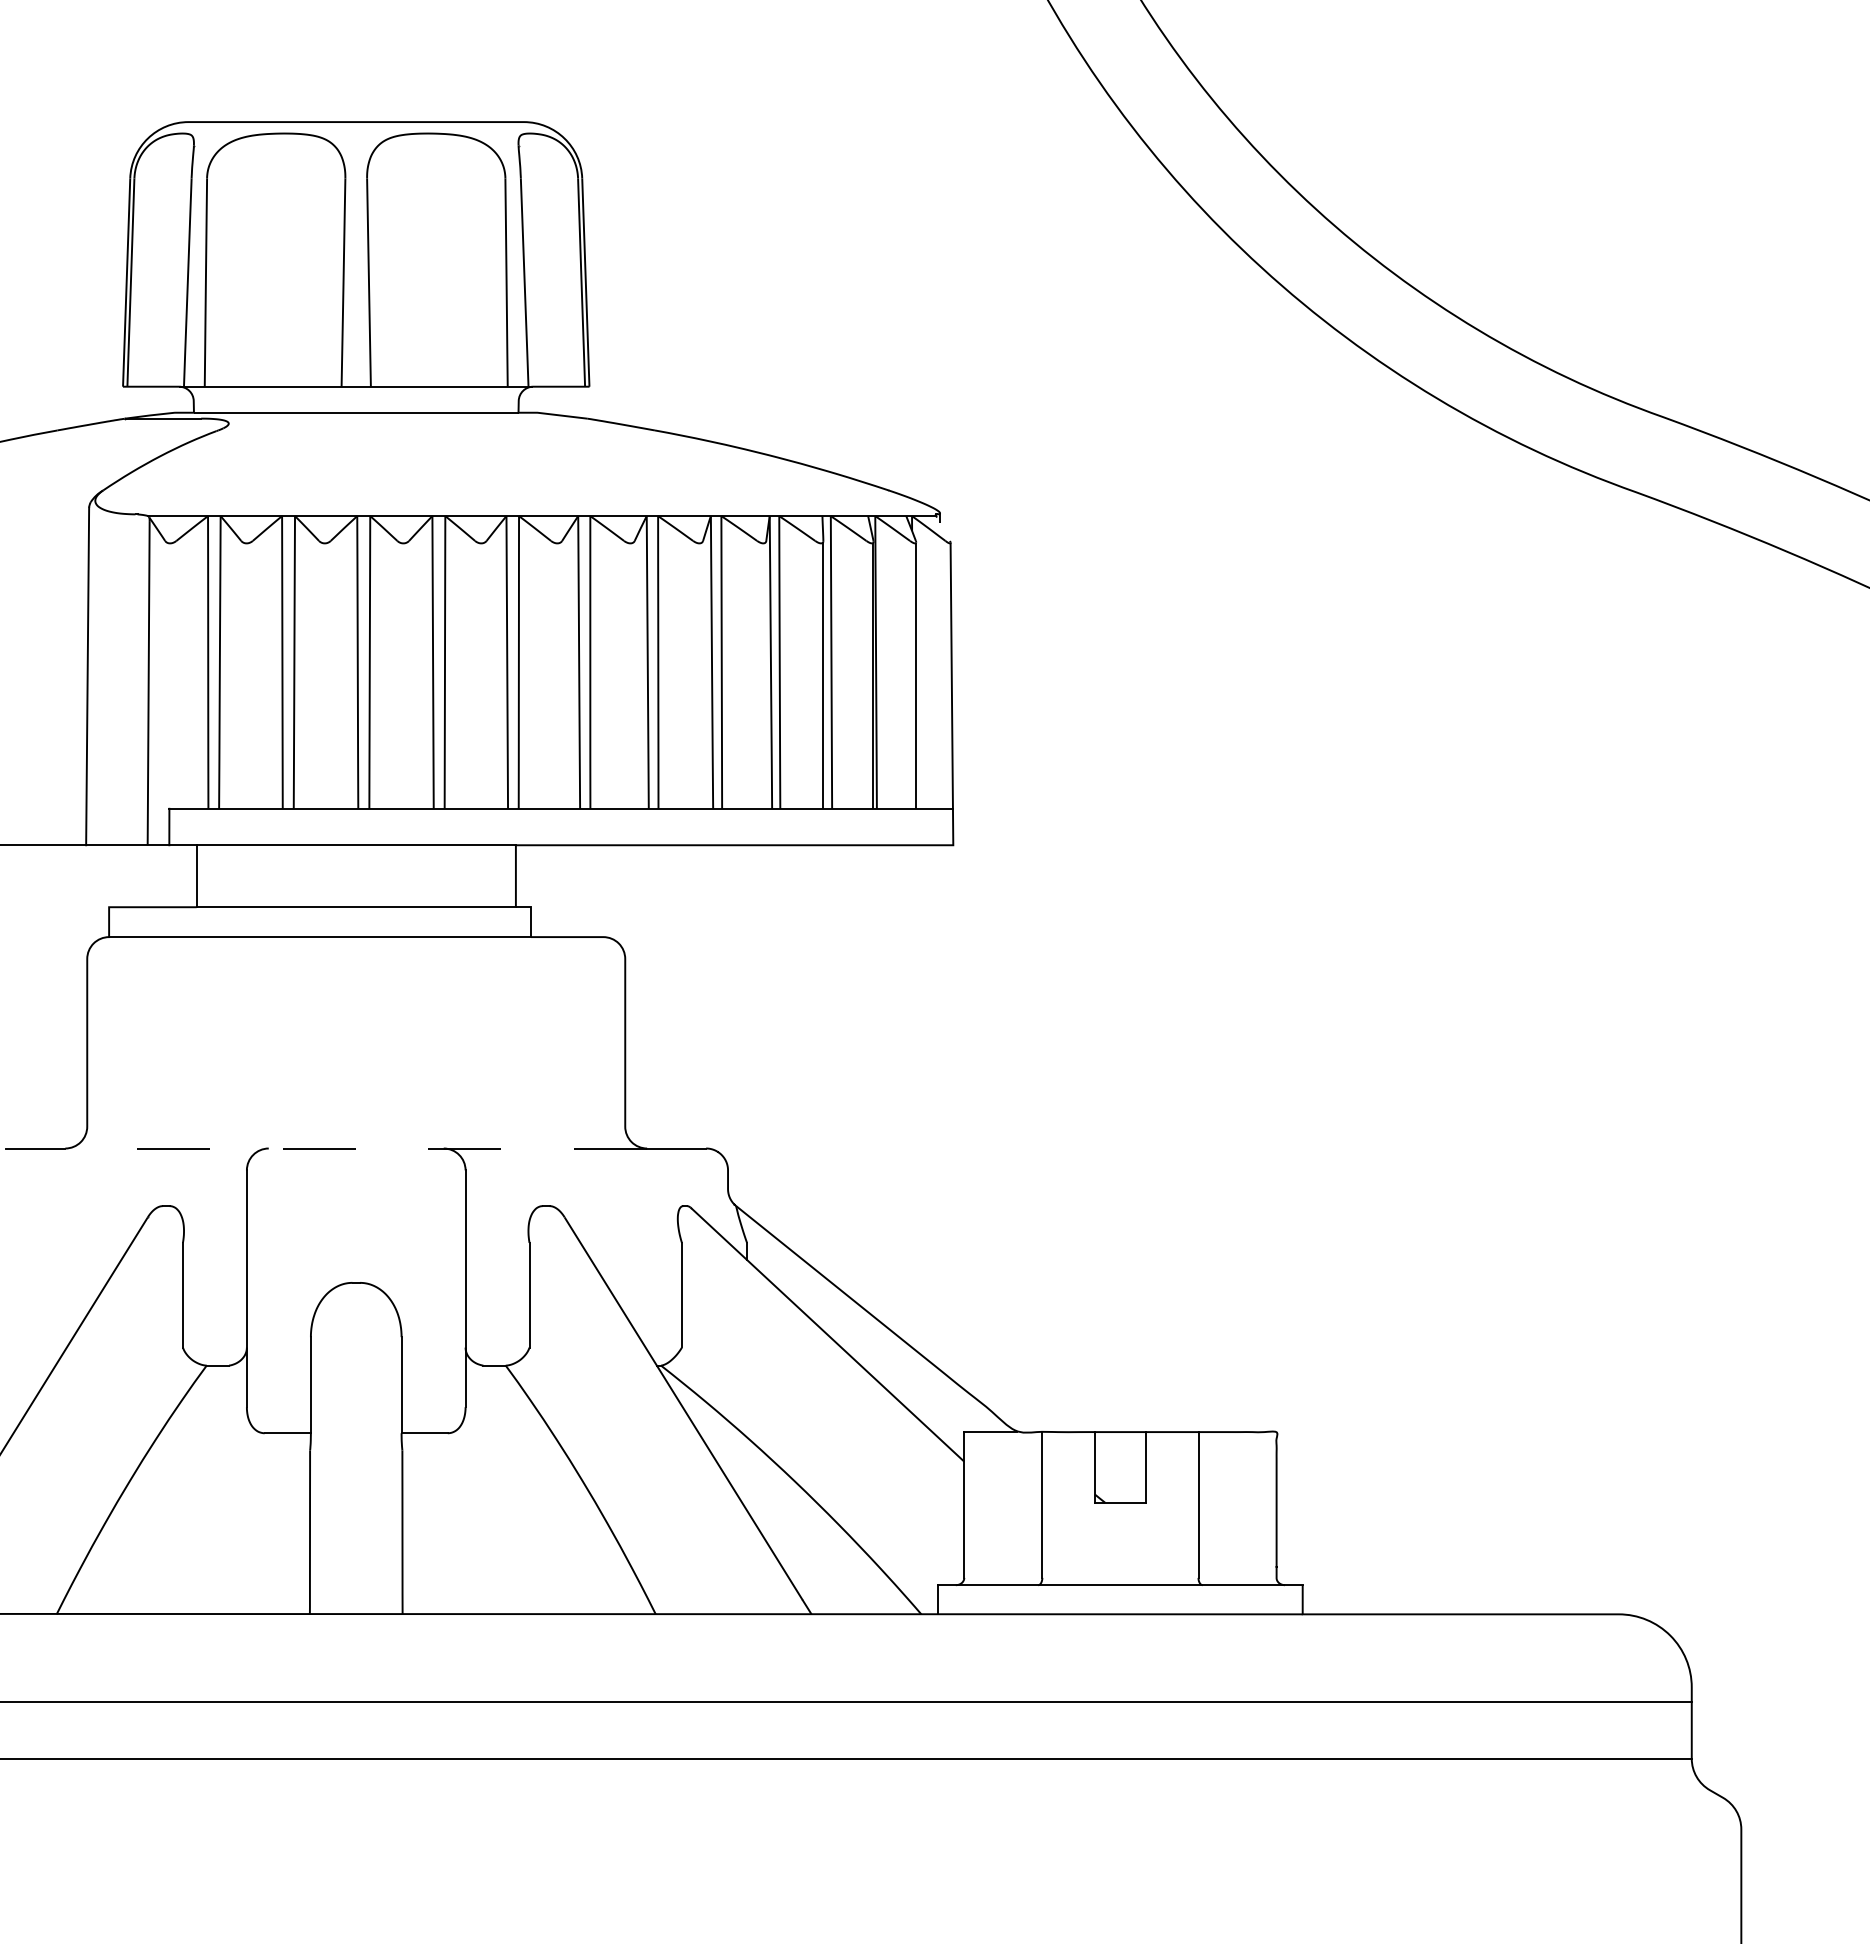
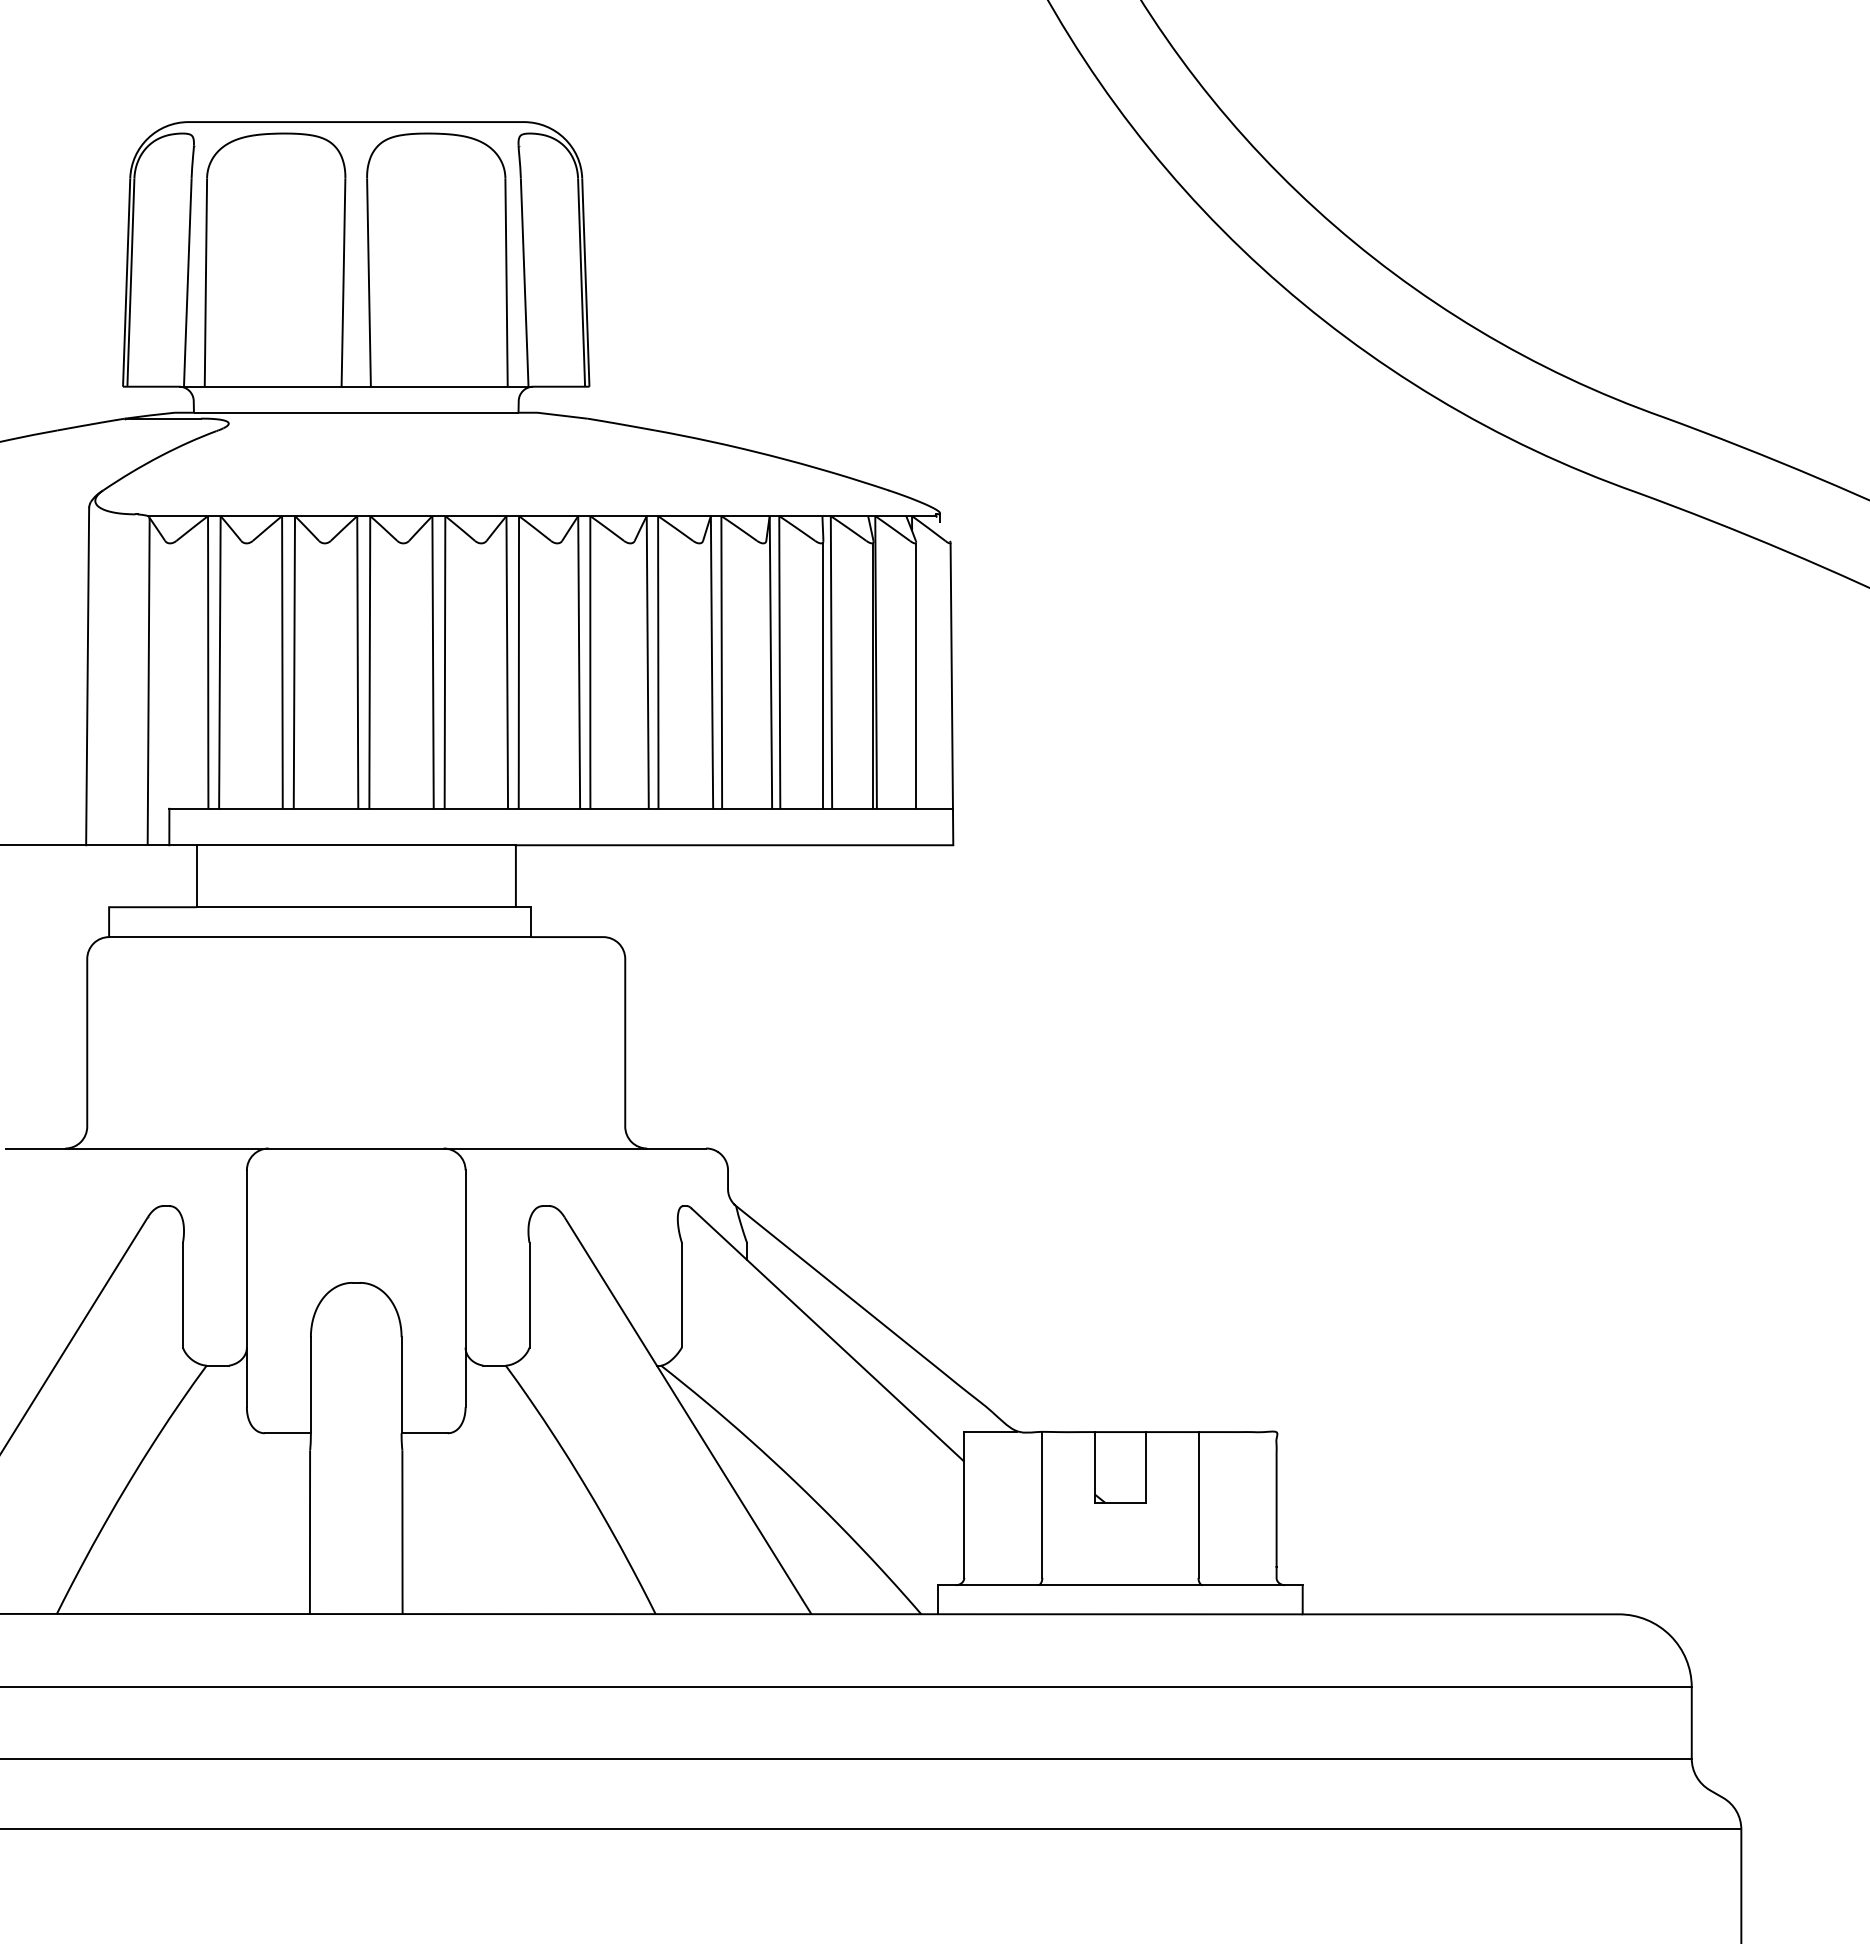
line at (356, 1148): dashed -> solid
line at (846, 1702) position: (846, 1702) -> (846, 1687)
line at (871, 1829): none -> present
